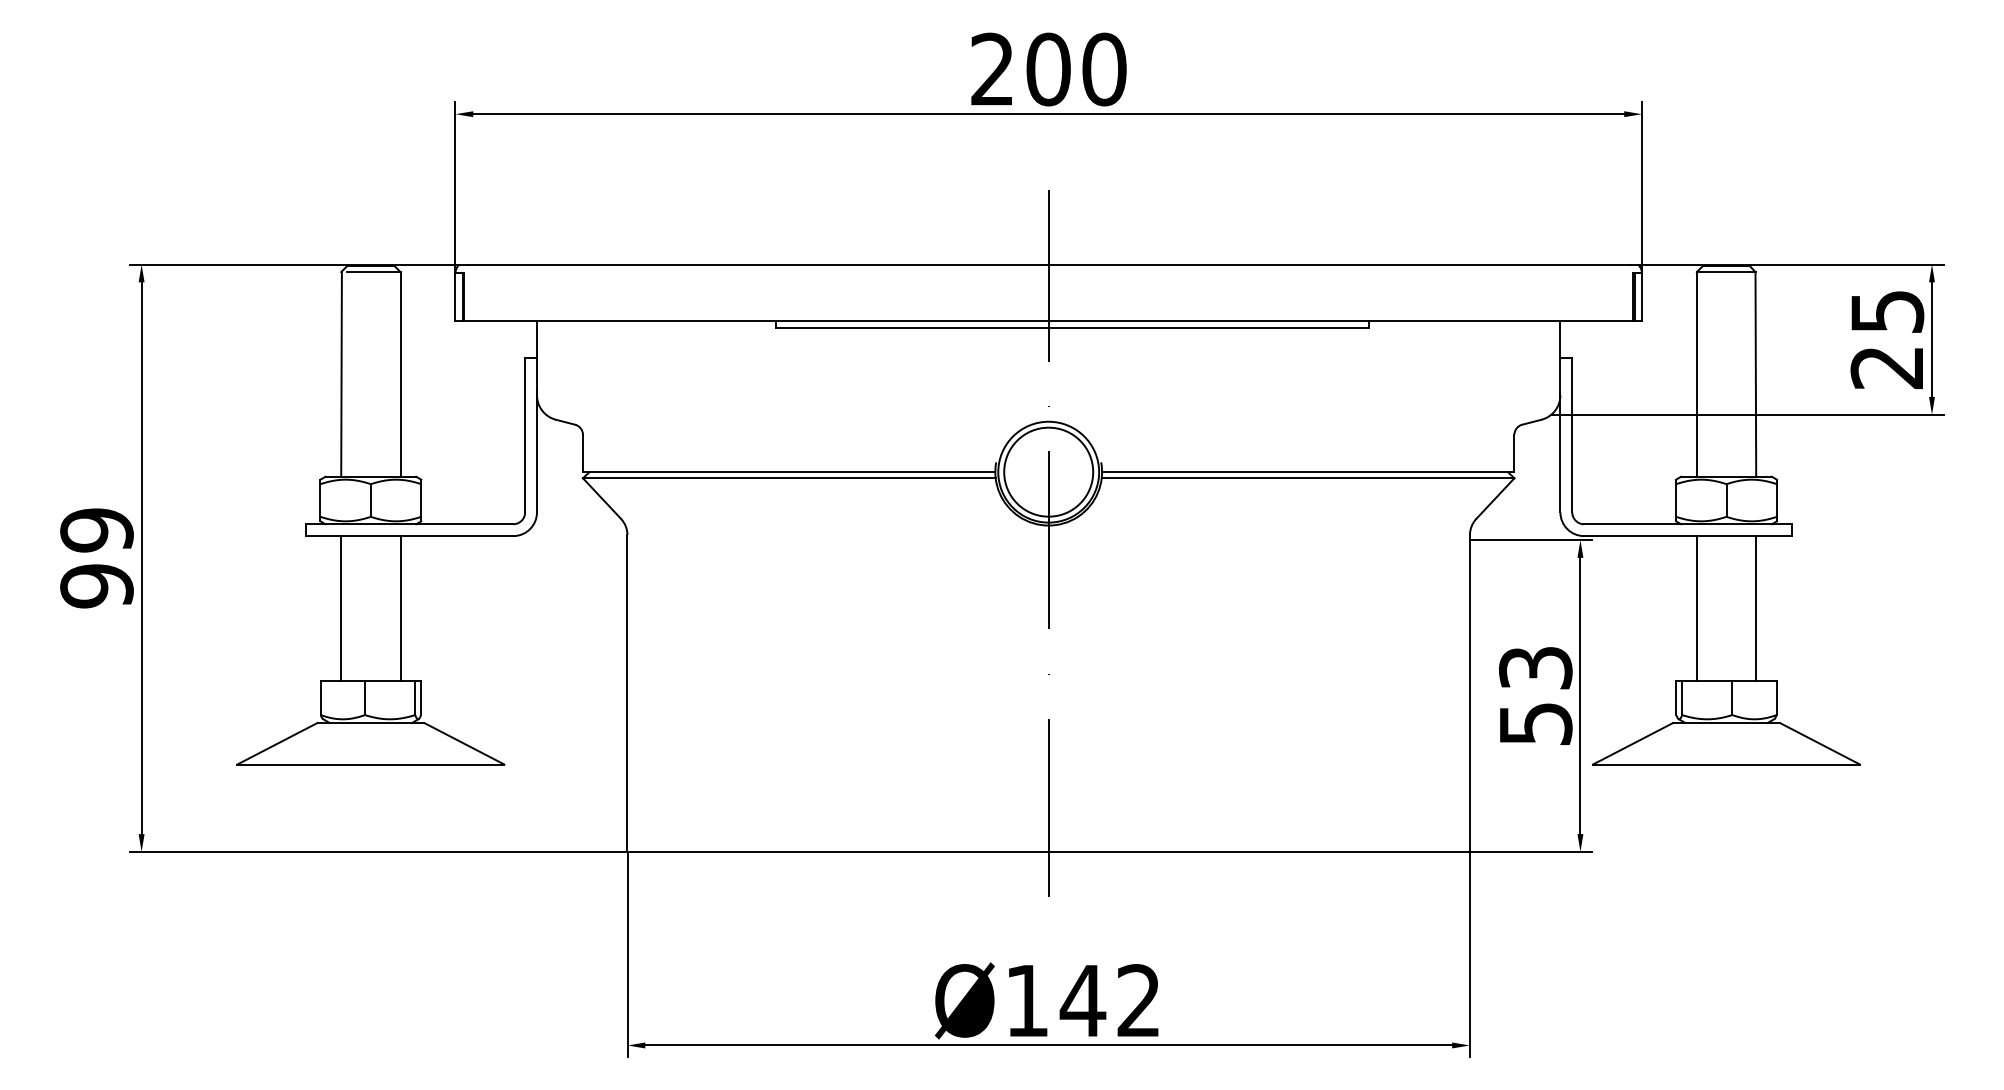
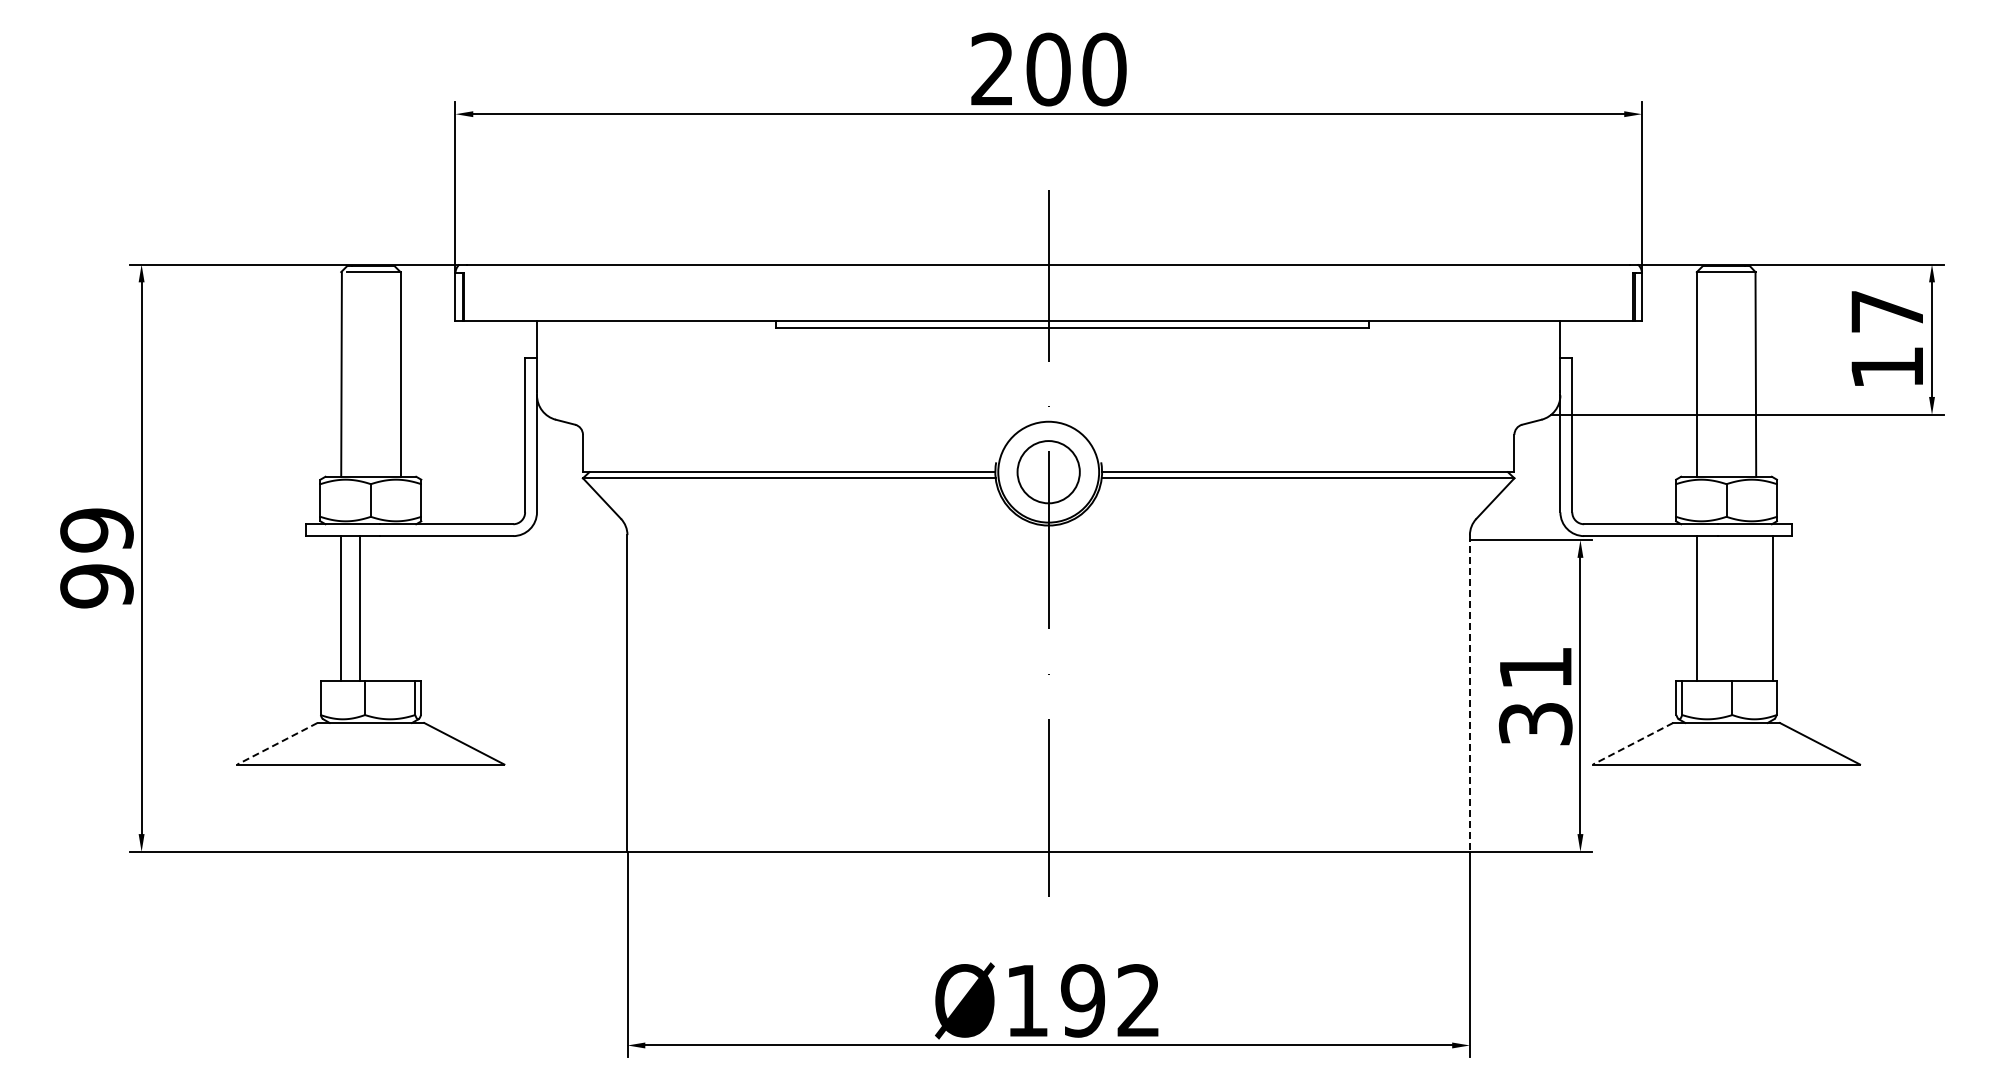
text at (1887, 340): 25 -> 17
circle at (1048, 471) diameter: 89 px -> 62 px
line at (400, 608) position: (400, 608) -> (359, 608)
line at (1756, 608) position: (1756, 608) -> (1773, 608)
line at (1469, 694): solid -> dashed
text at (1535, 696): 53 -> 31
line at (277, 743): solid -> dashed
line at (1632, 743): solid -> dashed
text at (1082, 1000): Ø142 -> Ø192
